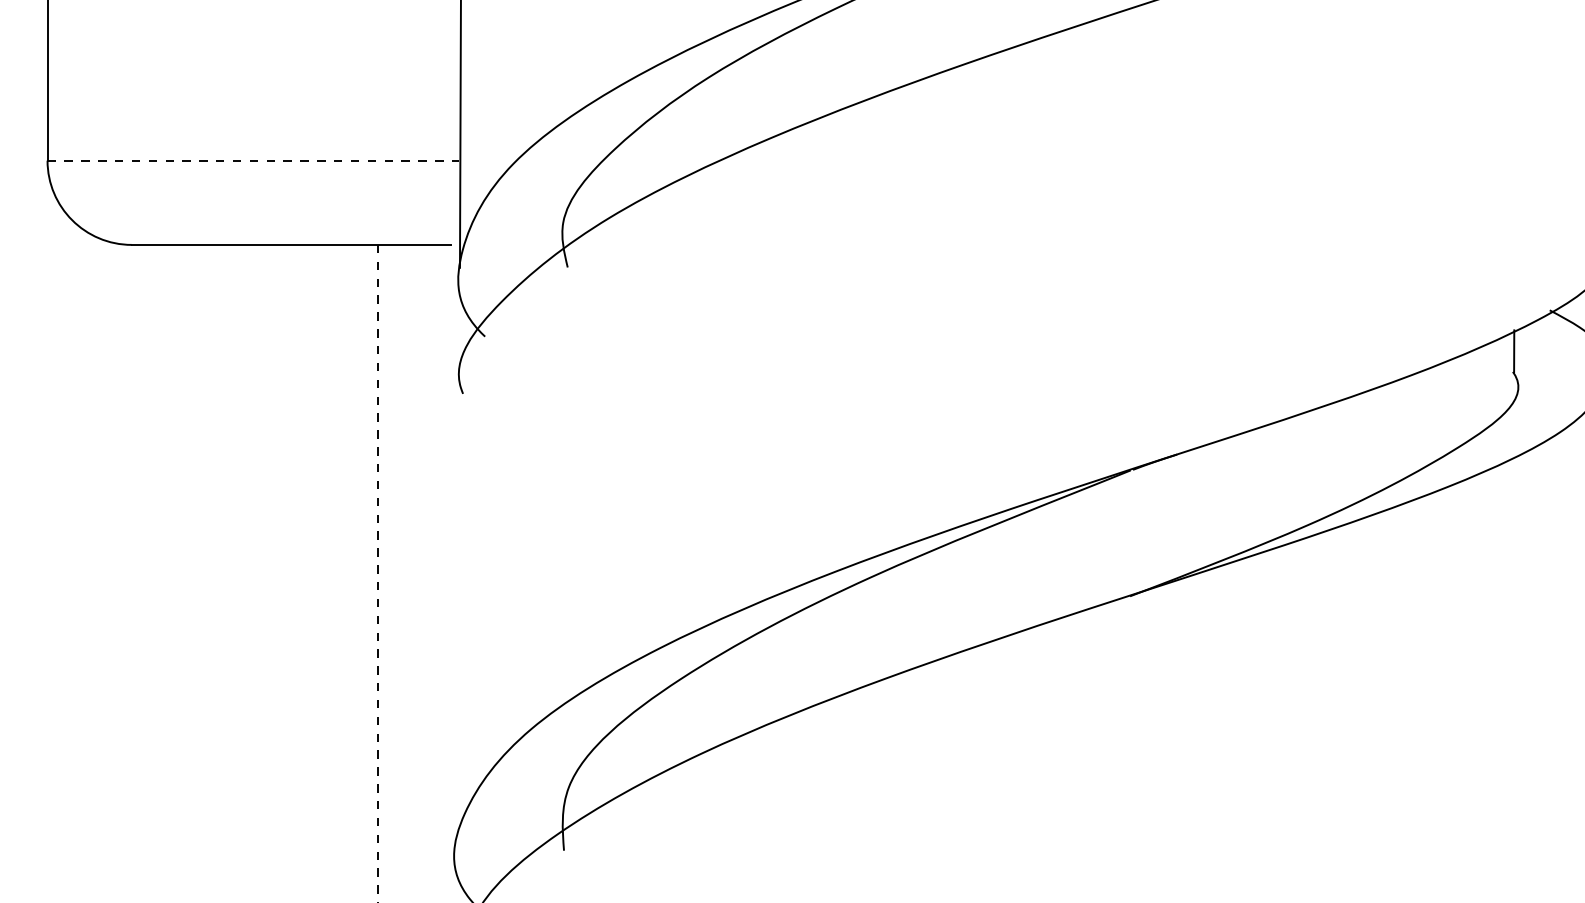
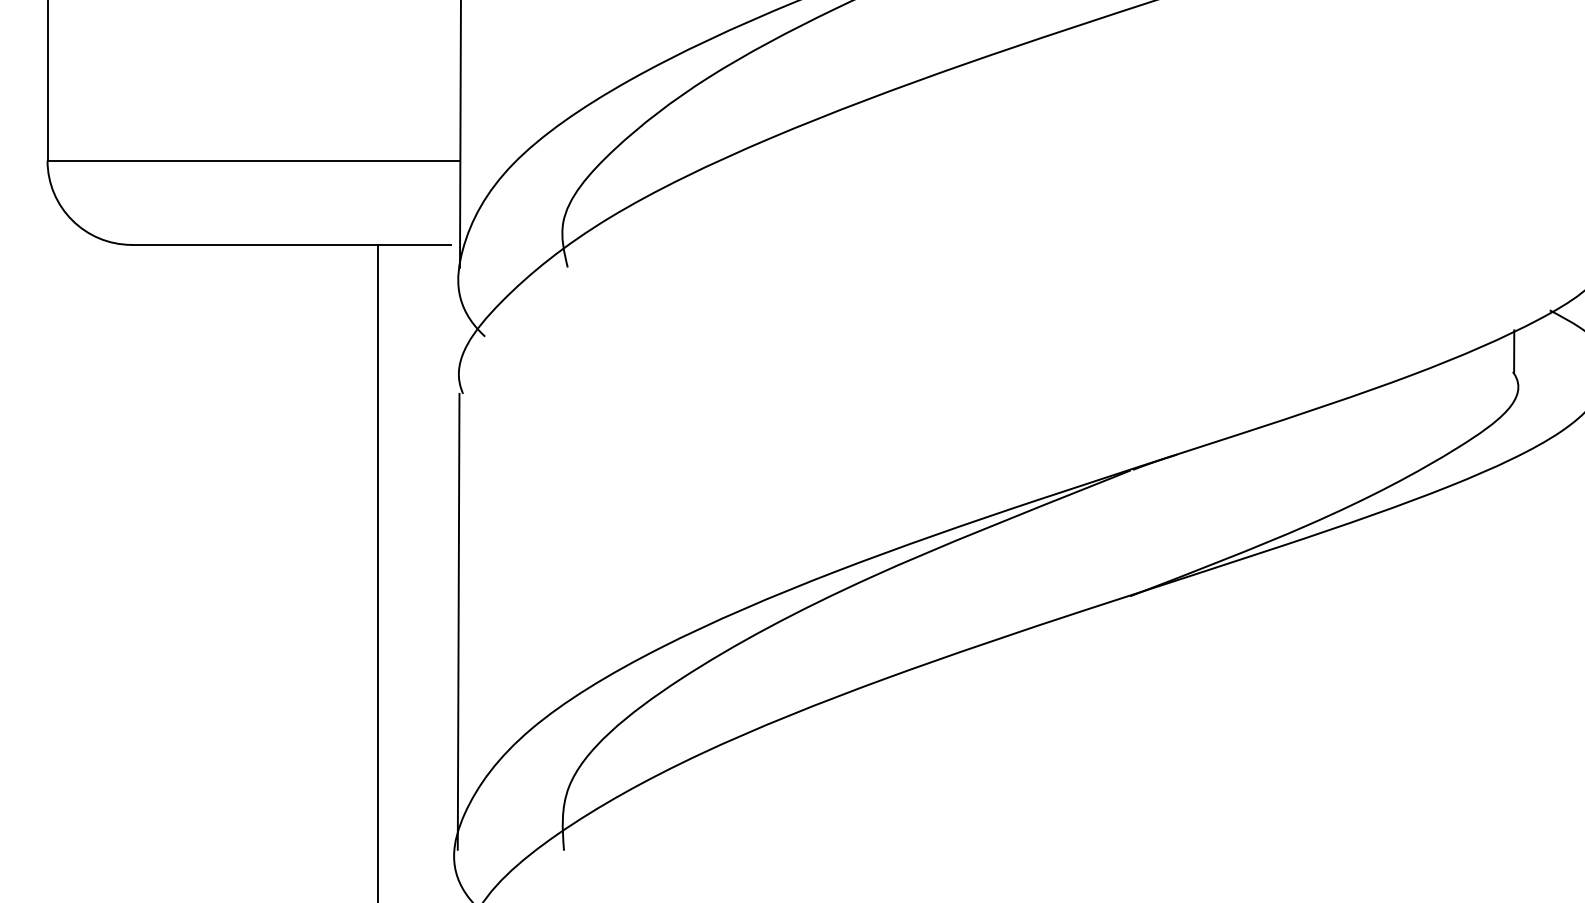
line at (253, 160): dashed -> solid
line at (378, 573): dashed -> solid
line at (458, 621): none -> present
